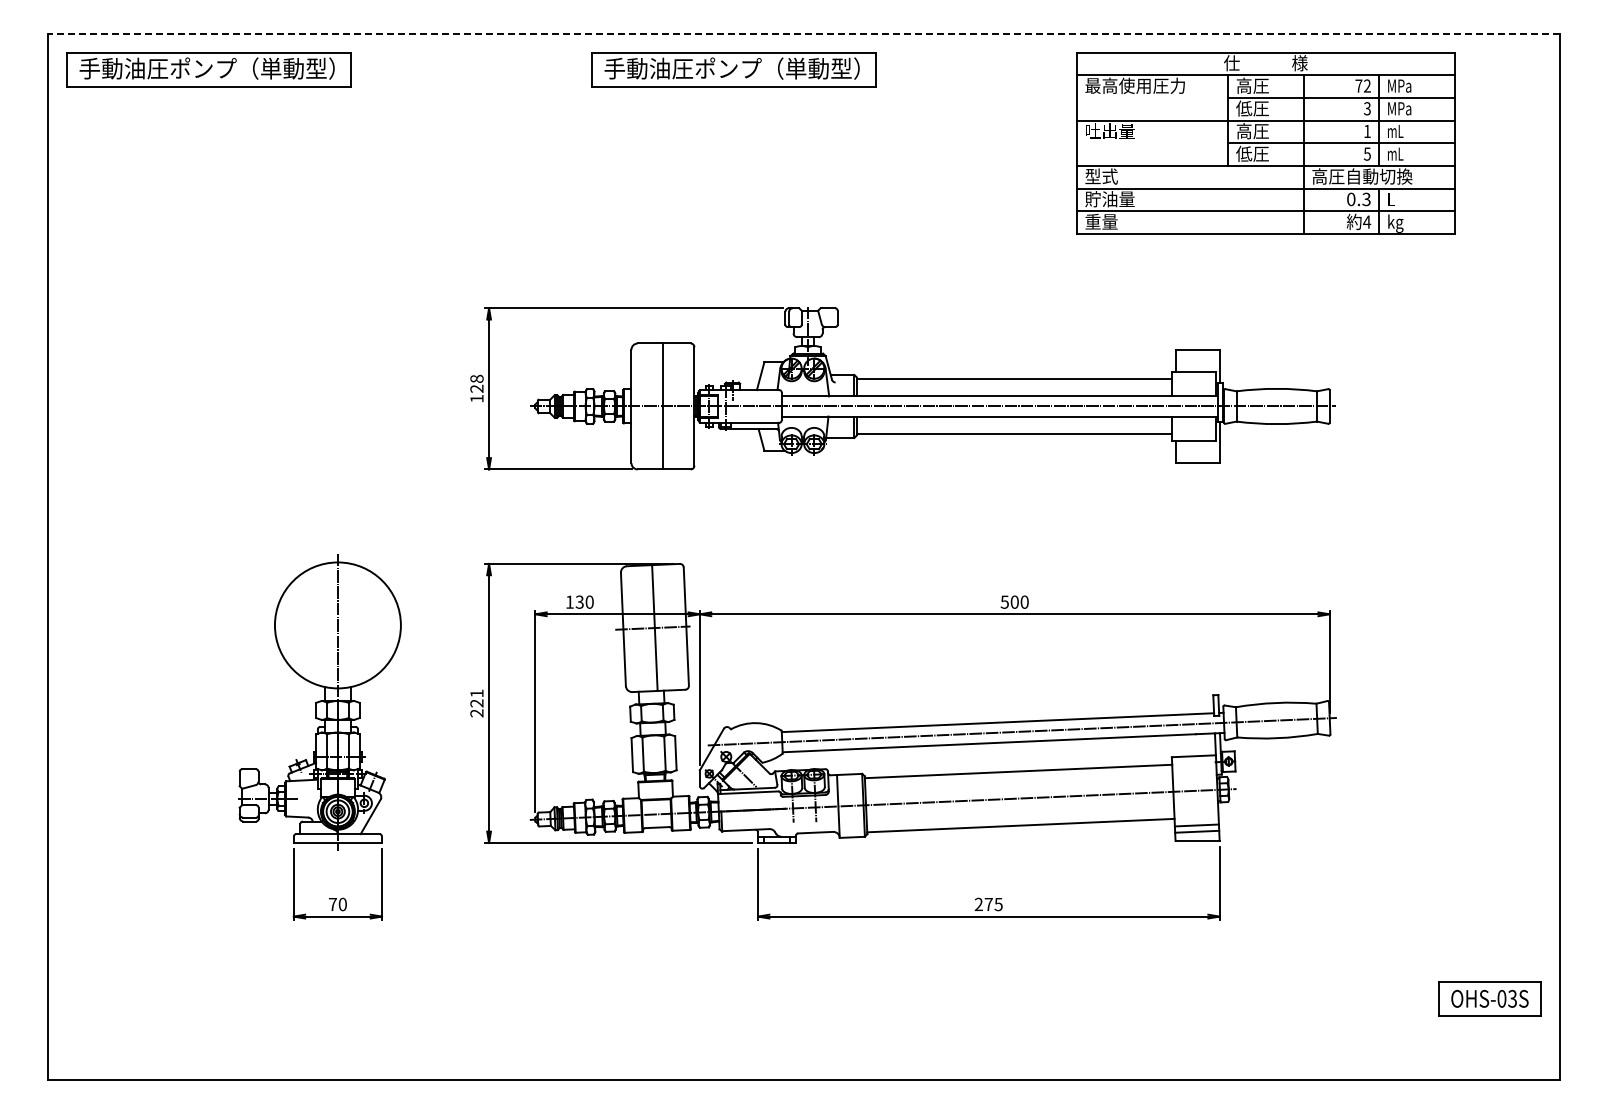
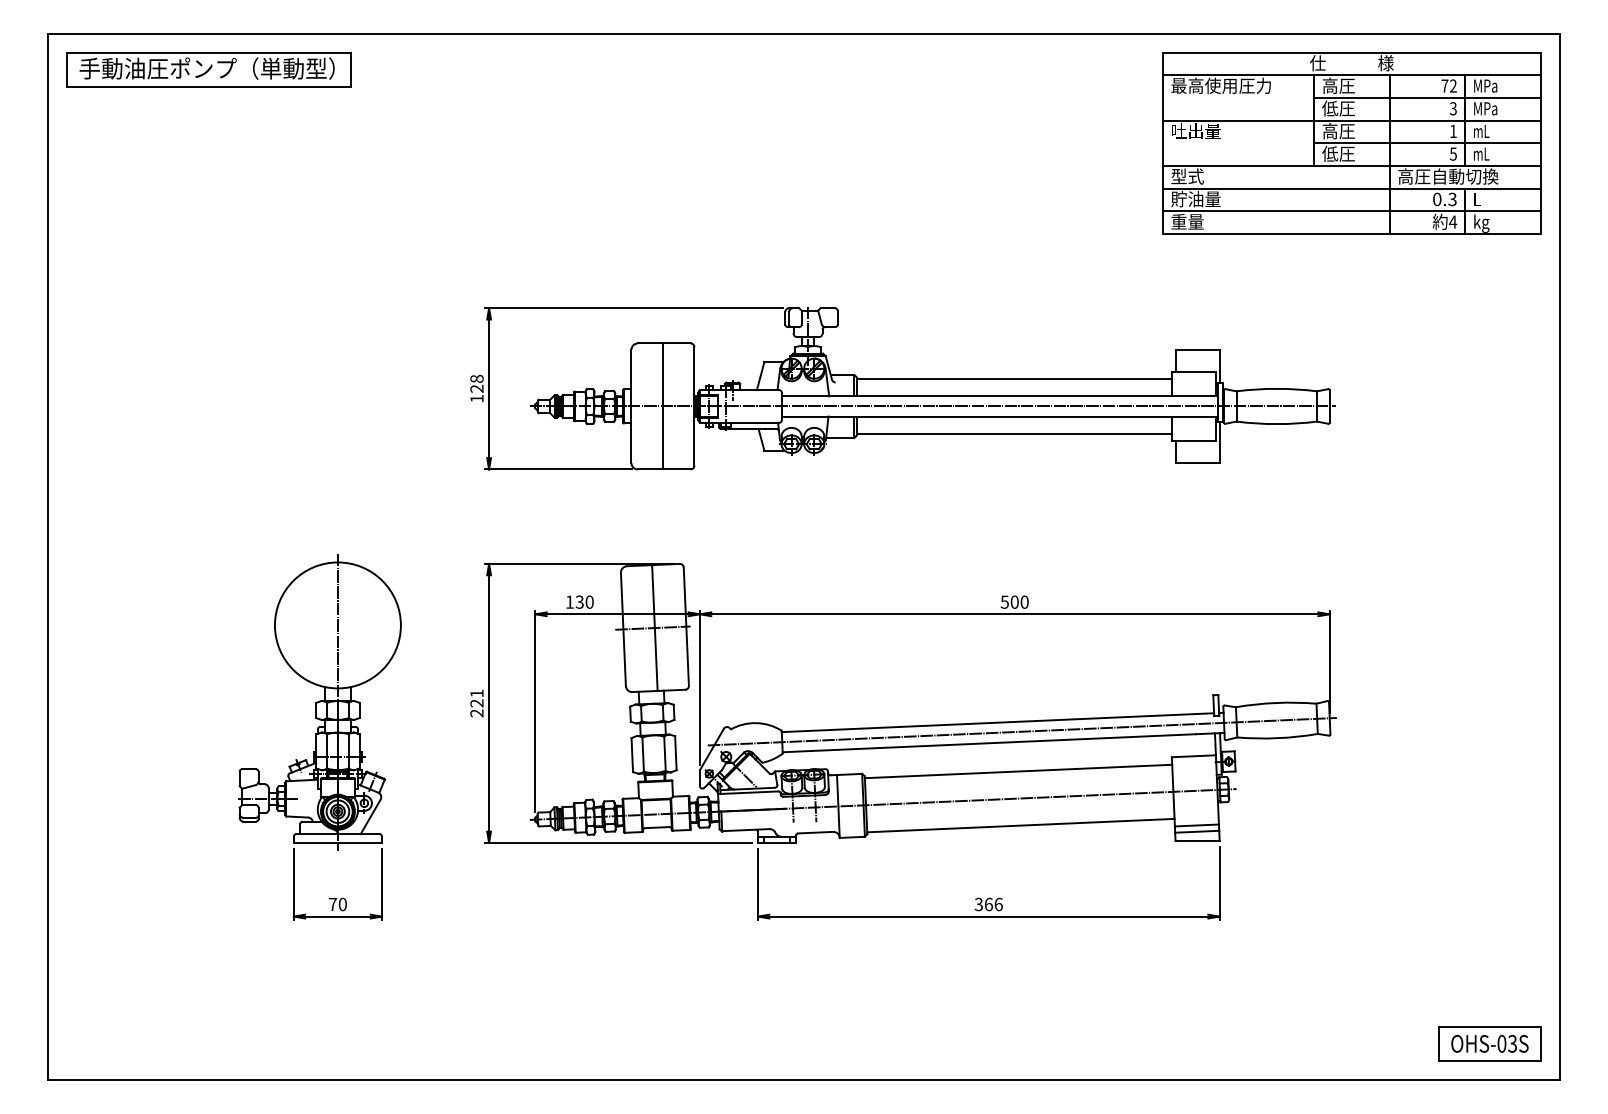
line at (804, 33): dashed -> solid
part at (733, 69): present -> none
part at (1265, 143) position: (1265, 143) -> (1351, 143)
text at (988, 904): 275 -> 366
part at (1489, 998) position: (1489, 998) -> (1489, 1043)
